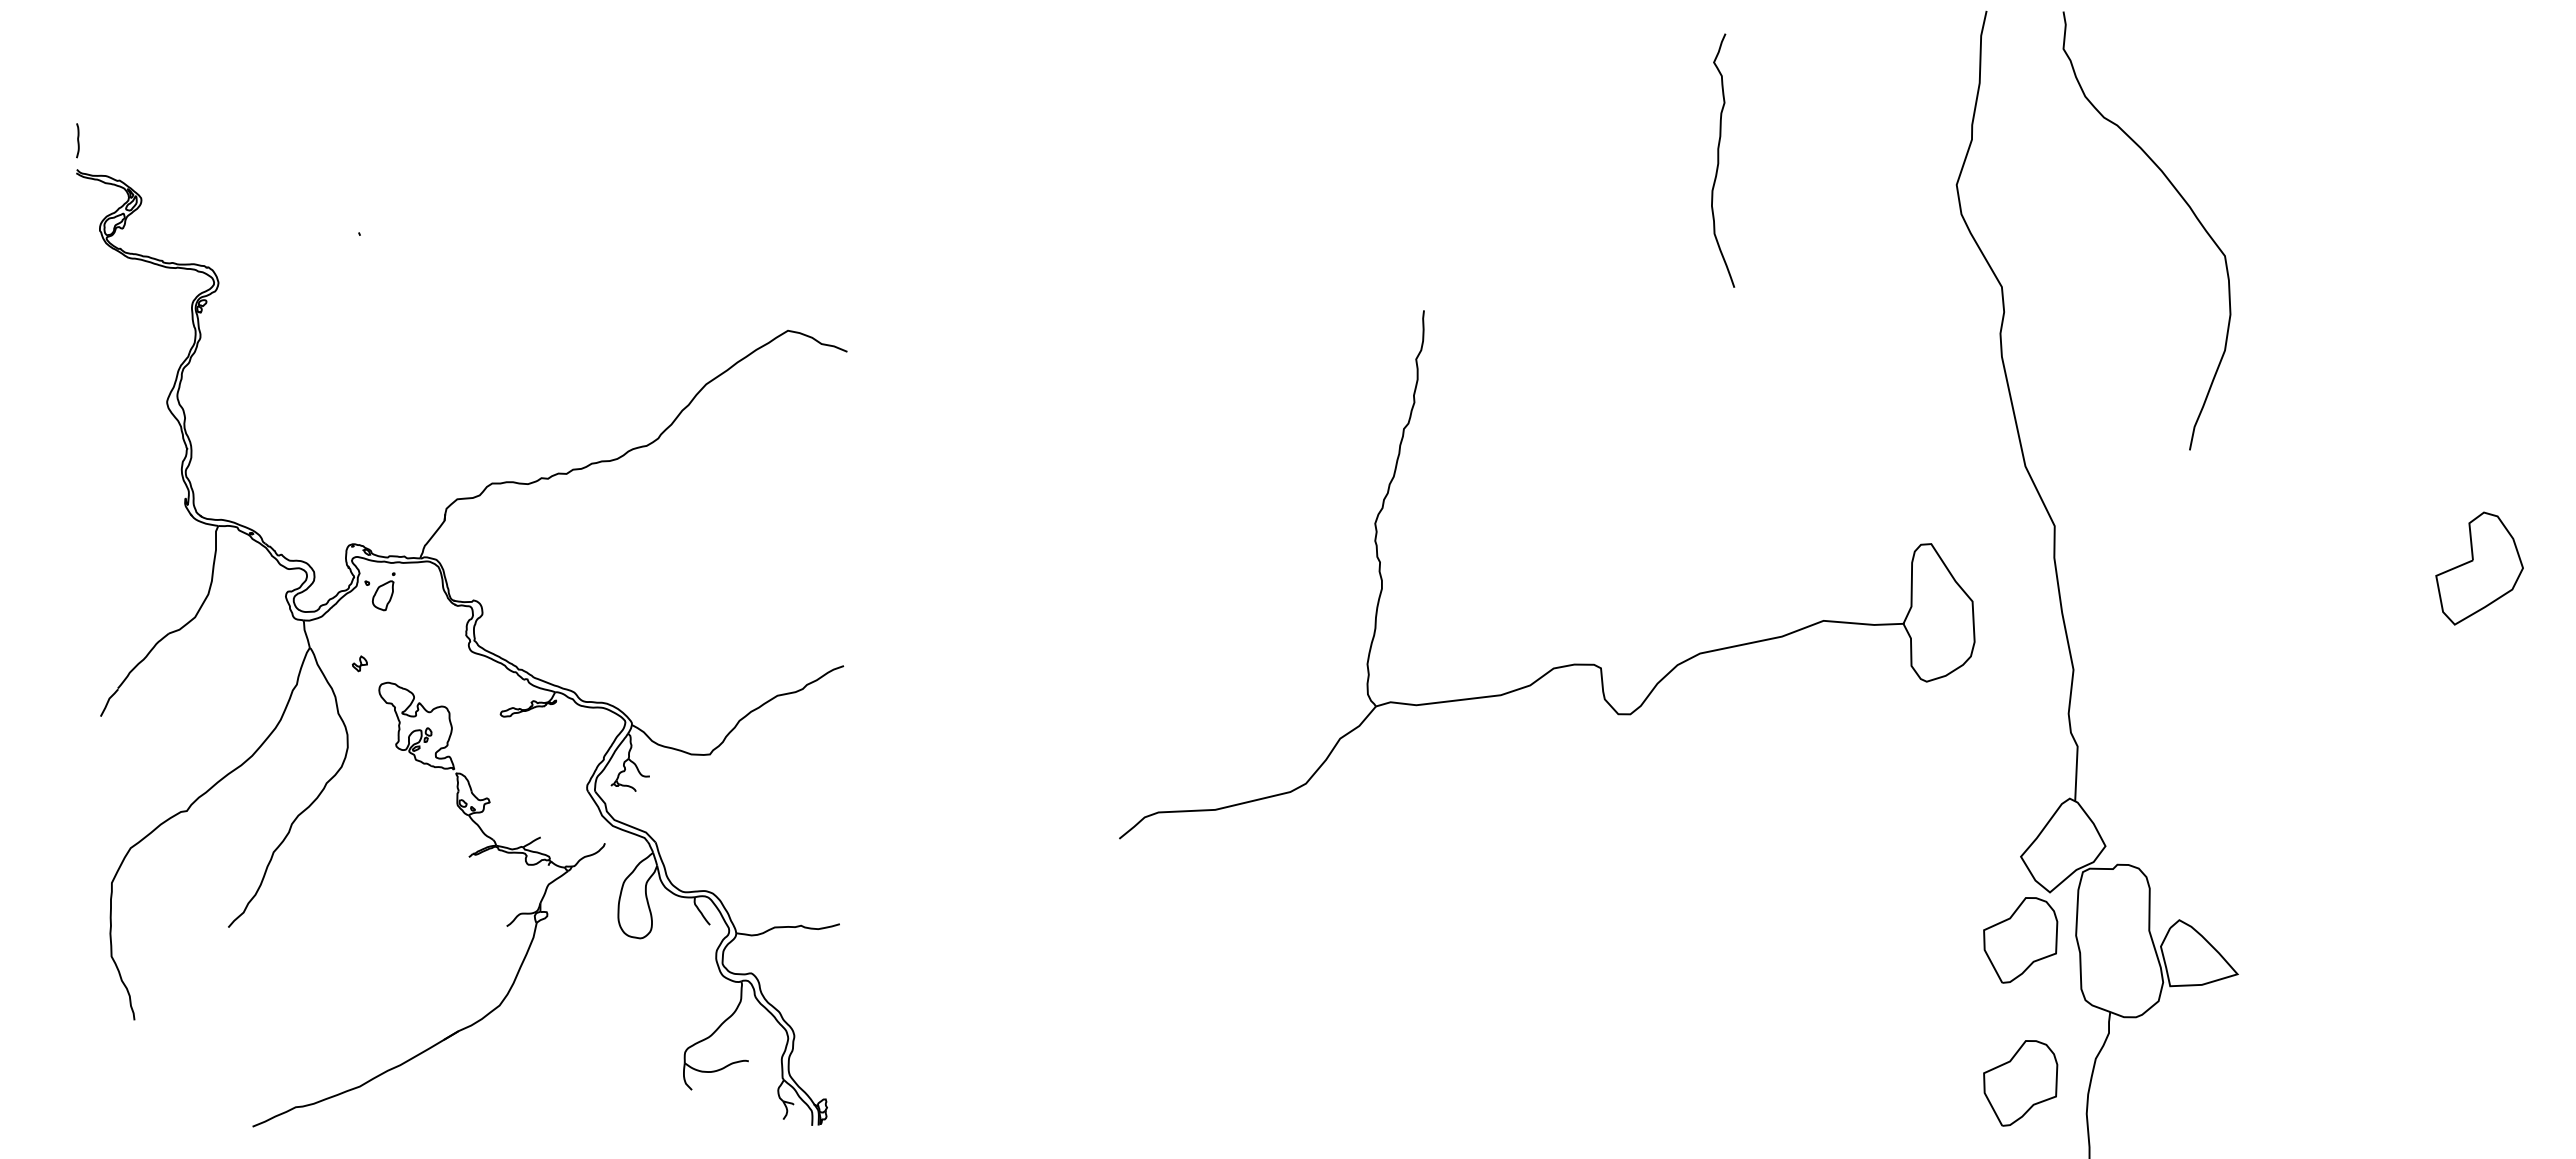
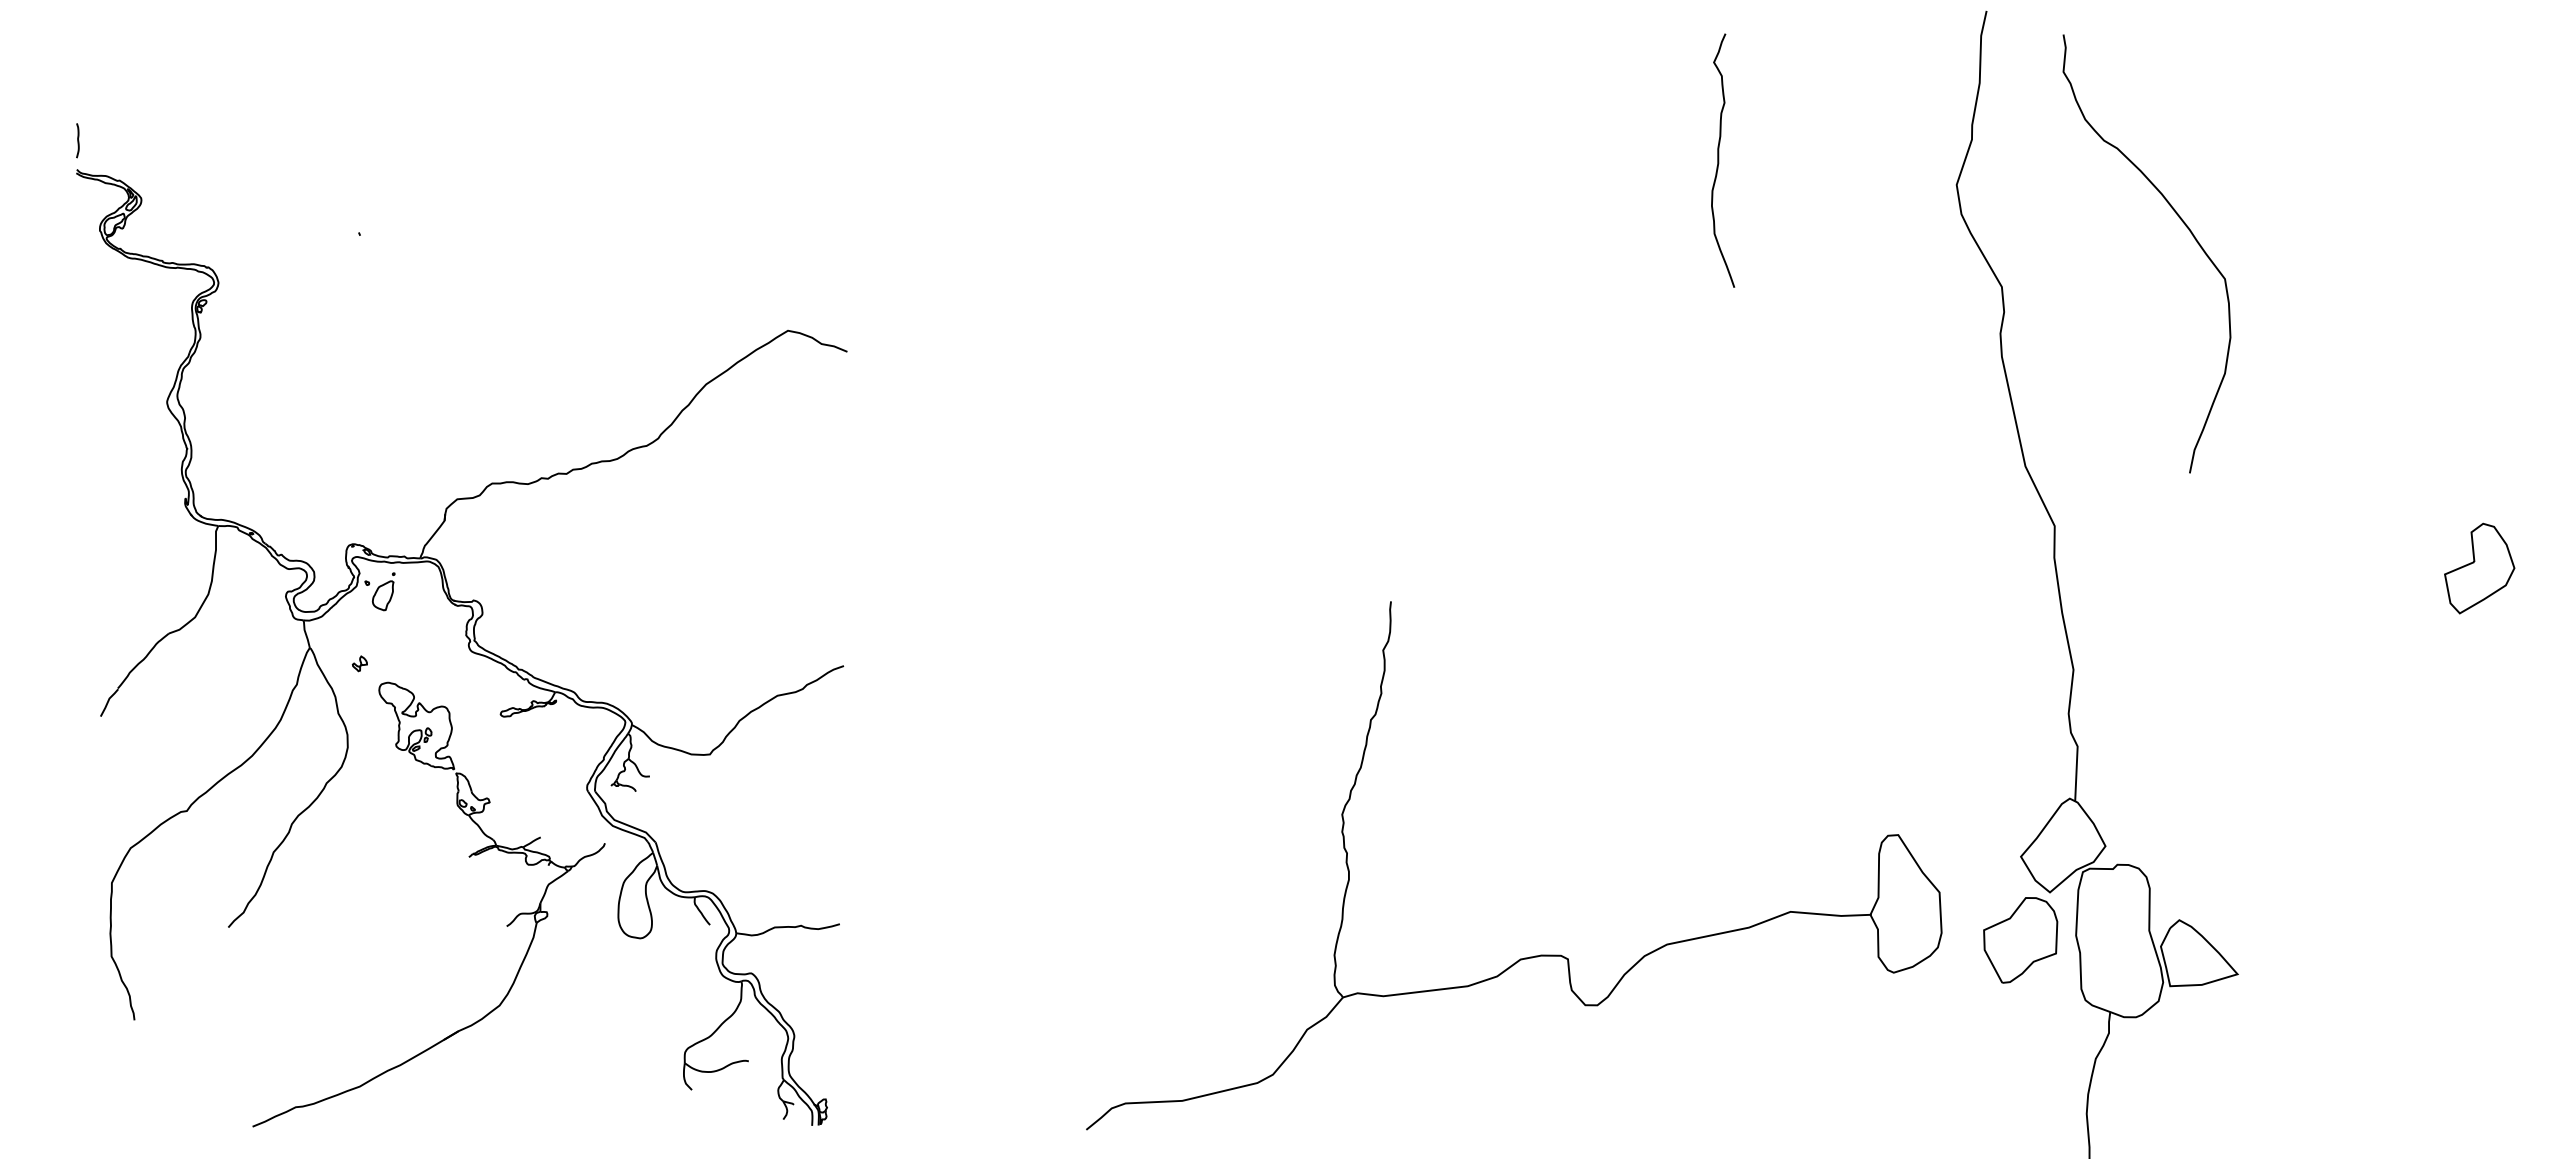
curve at (2185, 203) position: (2185, 203) -> (2185, 226)
part at (2479, 568) size: 89x115 px -> 72x93 px
part at (1562, 665) position: (1562, 665) -> (1529, 956)
part at (2020, 1083): present -> none
